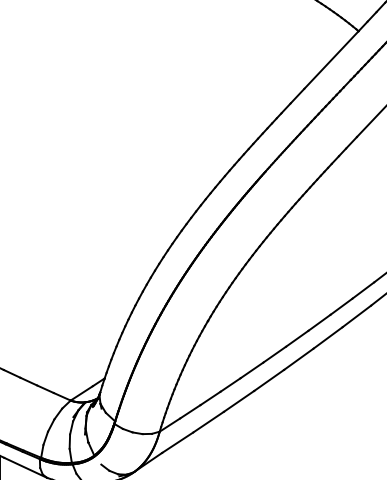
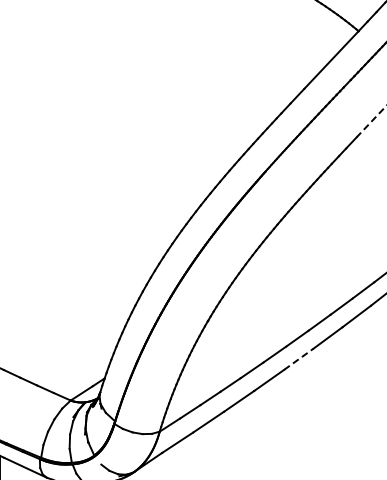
line at (371, 121): solid -> dashed
line at (299, 359): solid -> dashed
